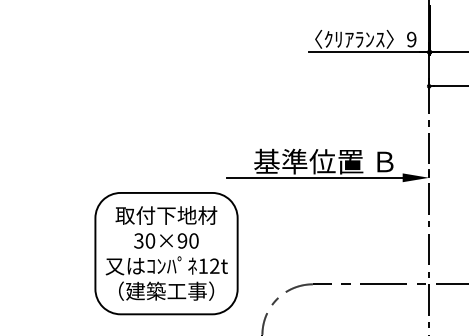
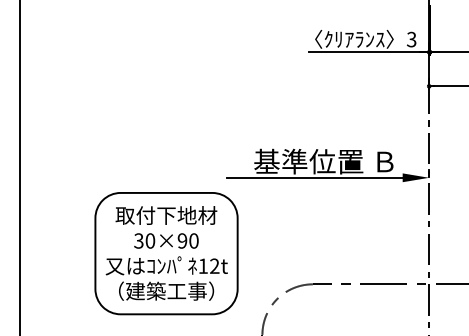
text at (411, 39): 9 -> 3
line at (20, 167): none -> present
